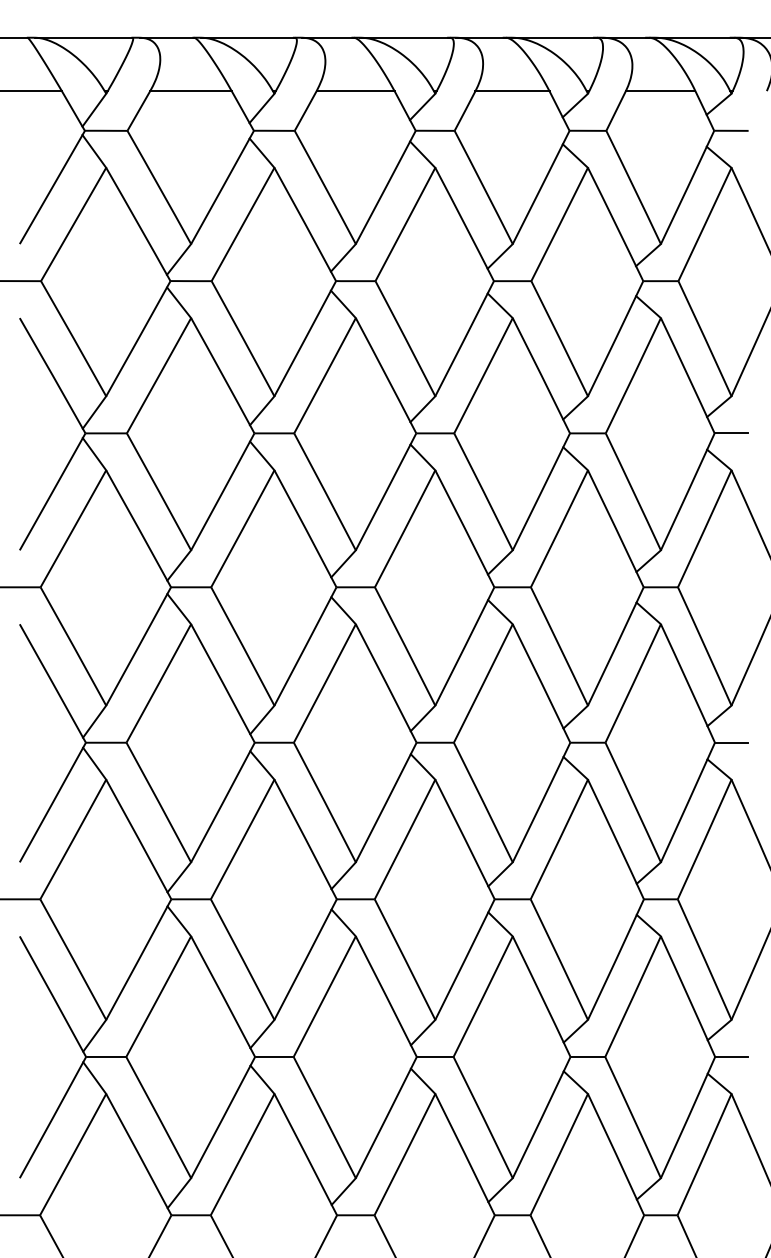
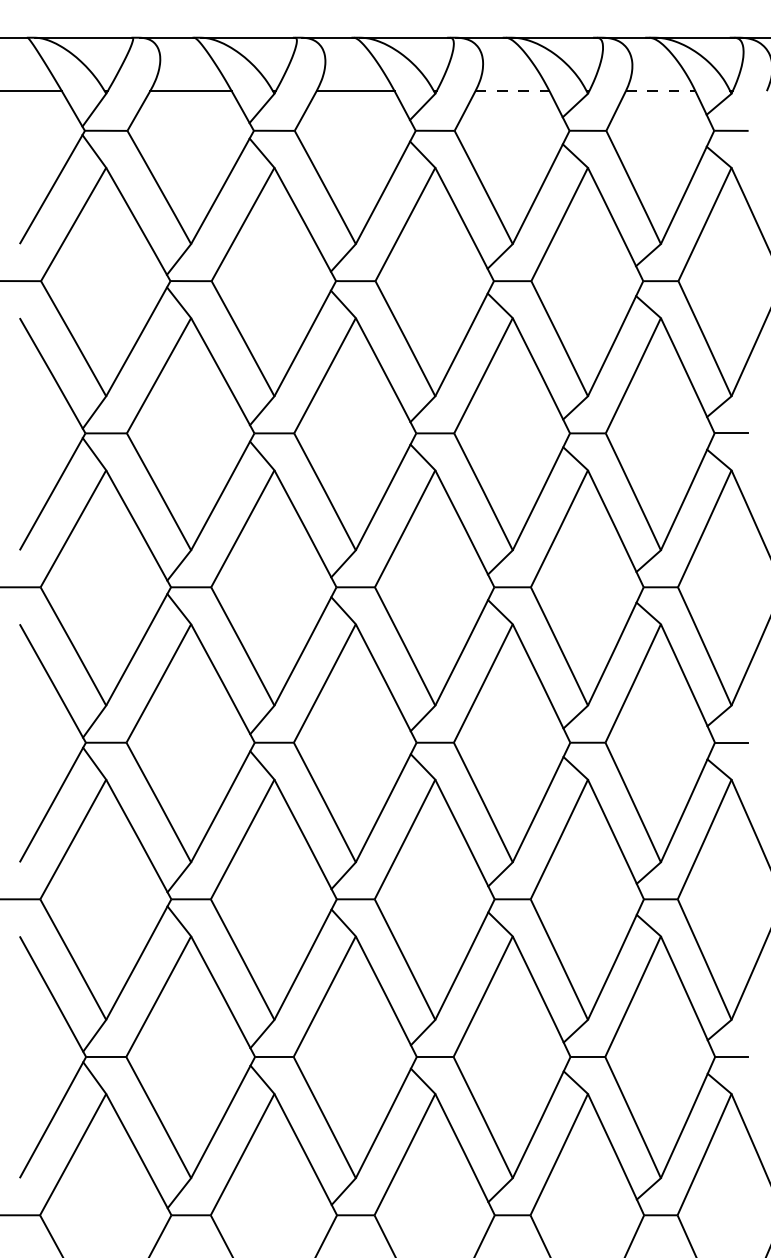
line at (512, 91): solid -> dashed
line at (660, 91): solid -> dashed
